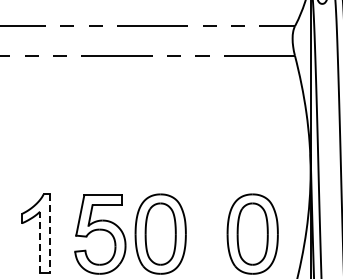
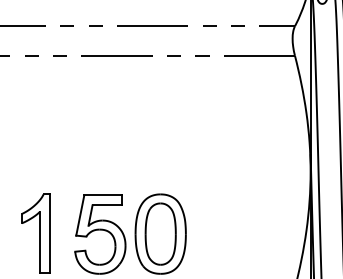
part at (252, 233): present -> none
line at (50, 234): dashed -> solid
line at (40, 242): dashed -> solid
